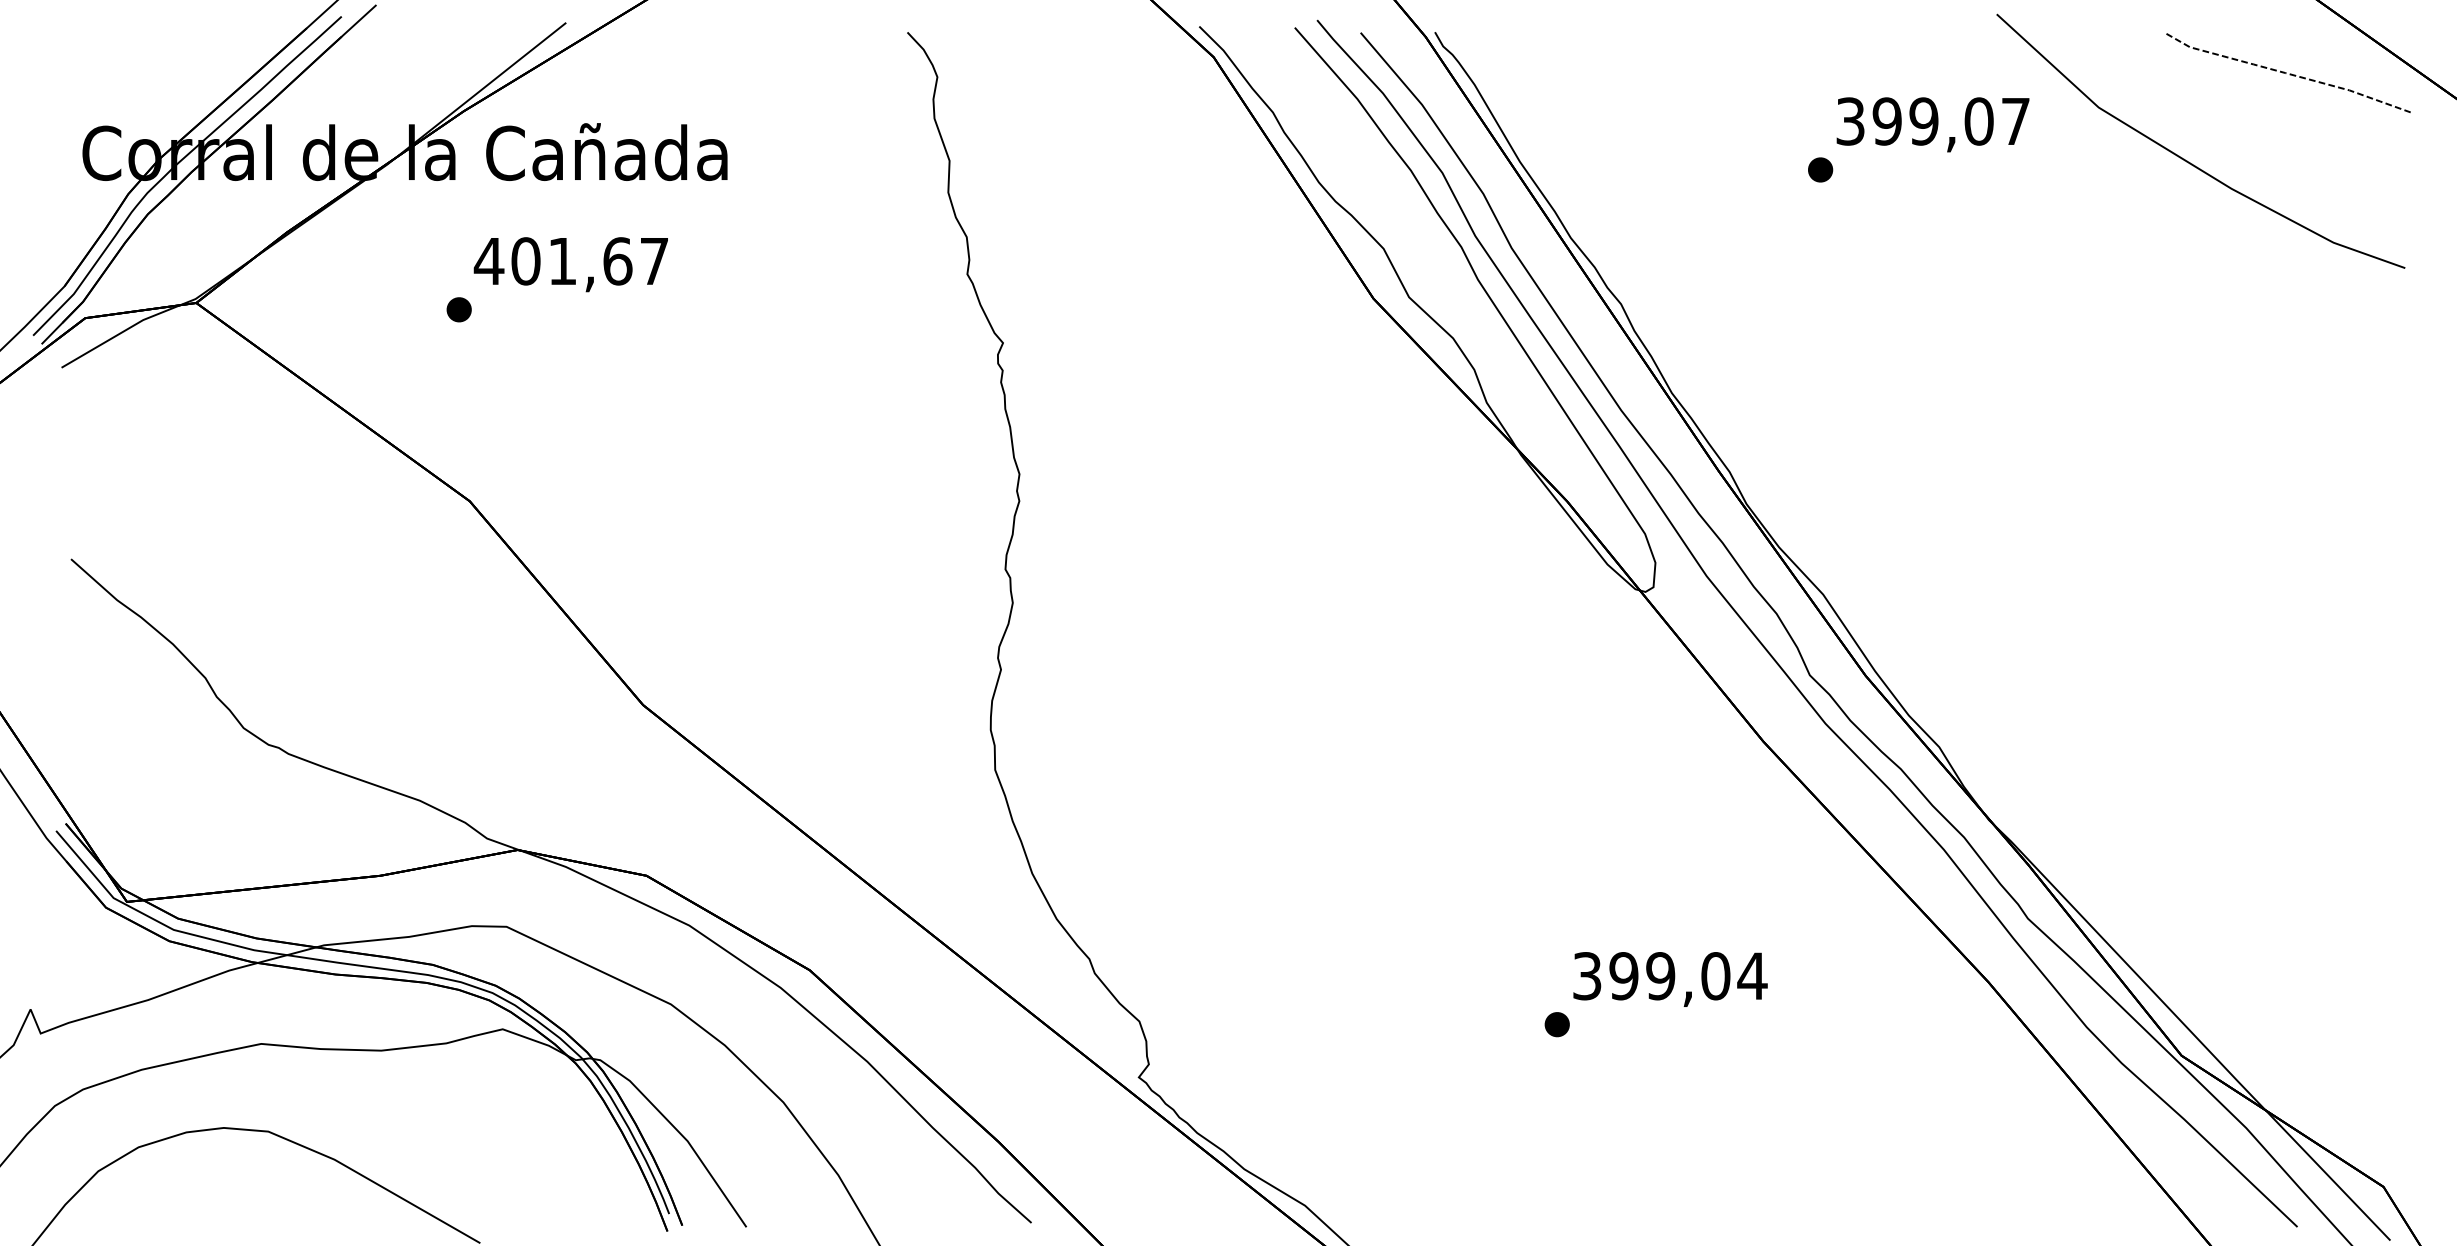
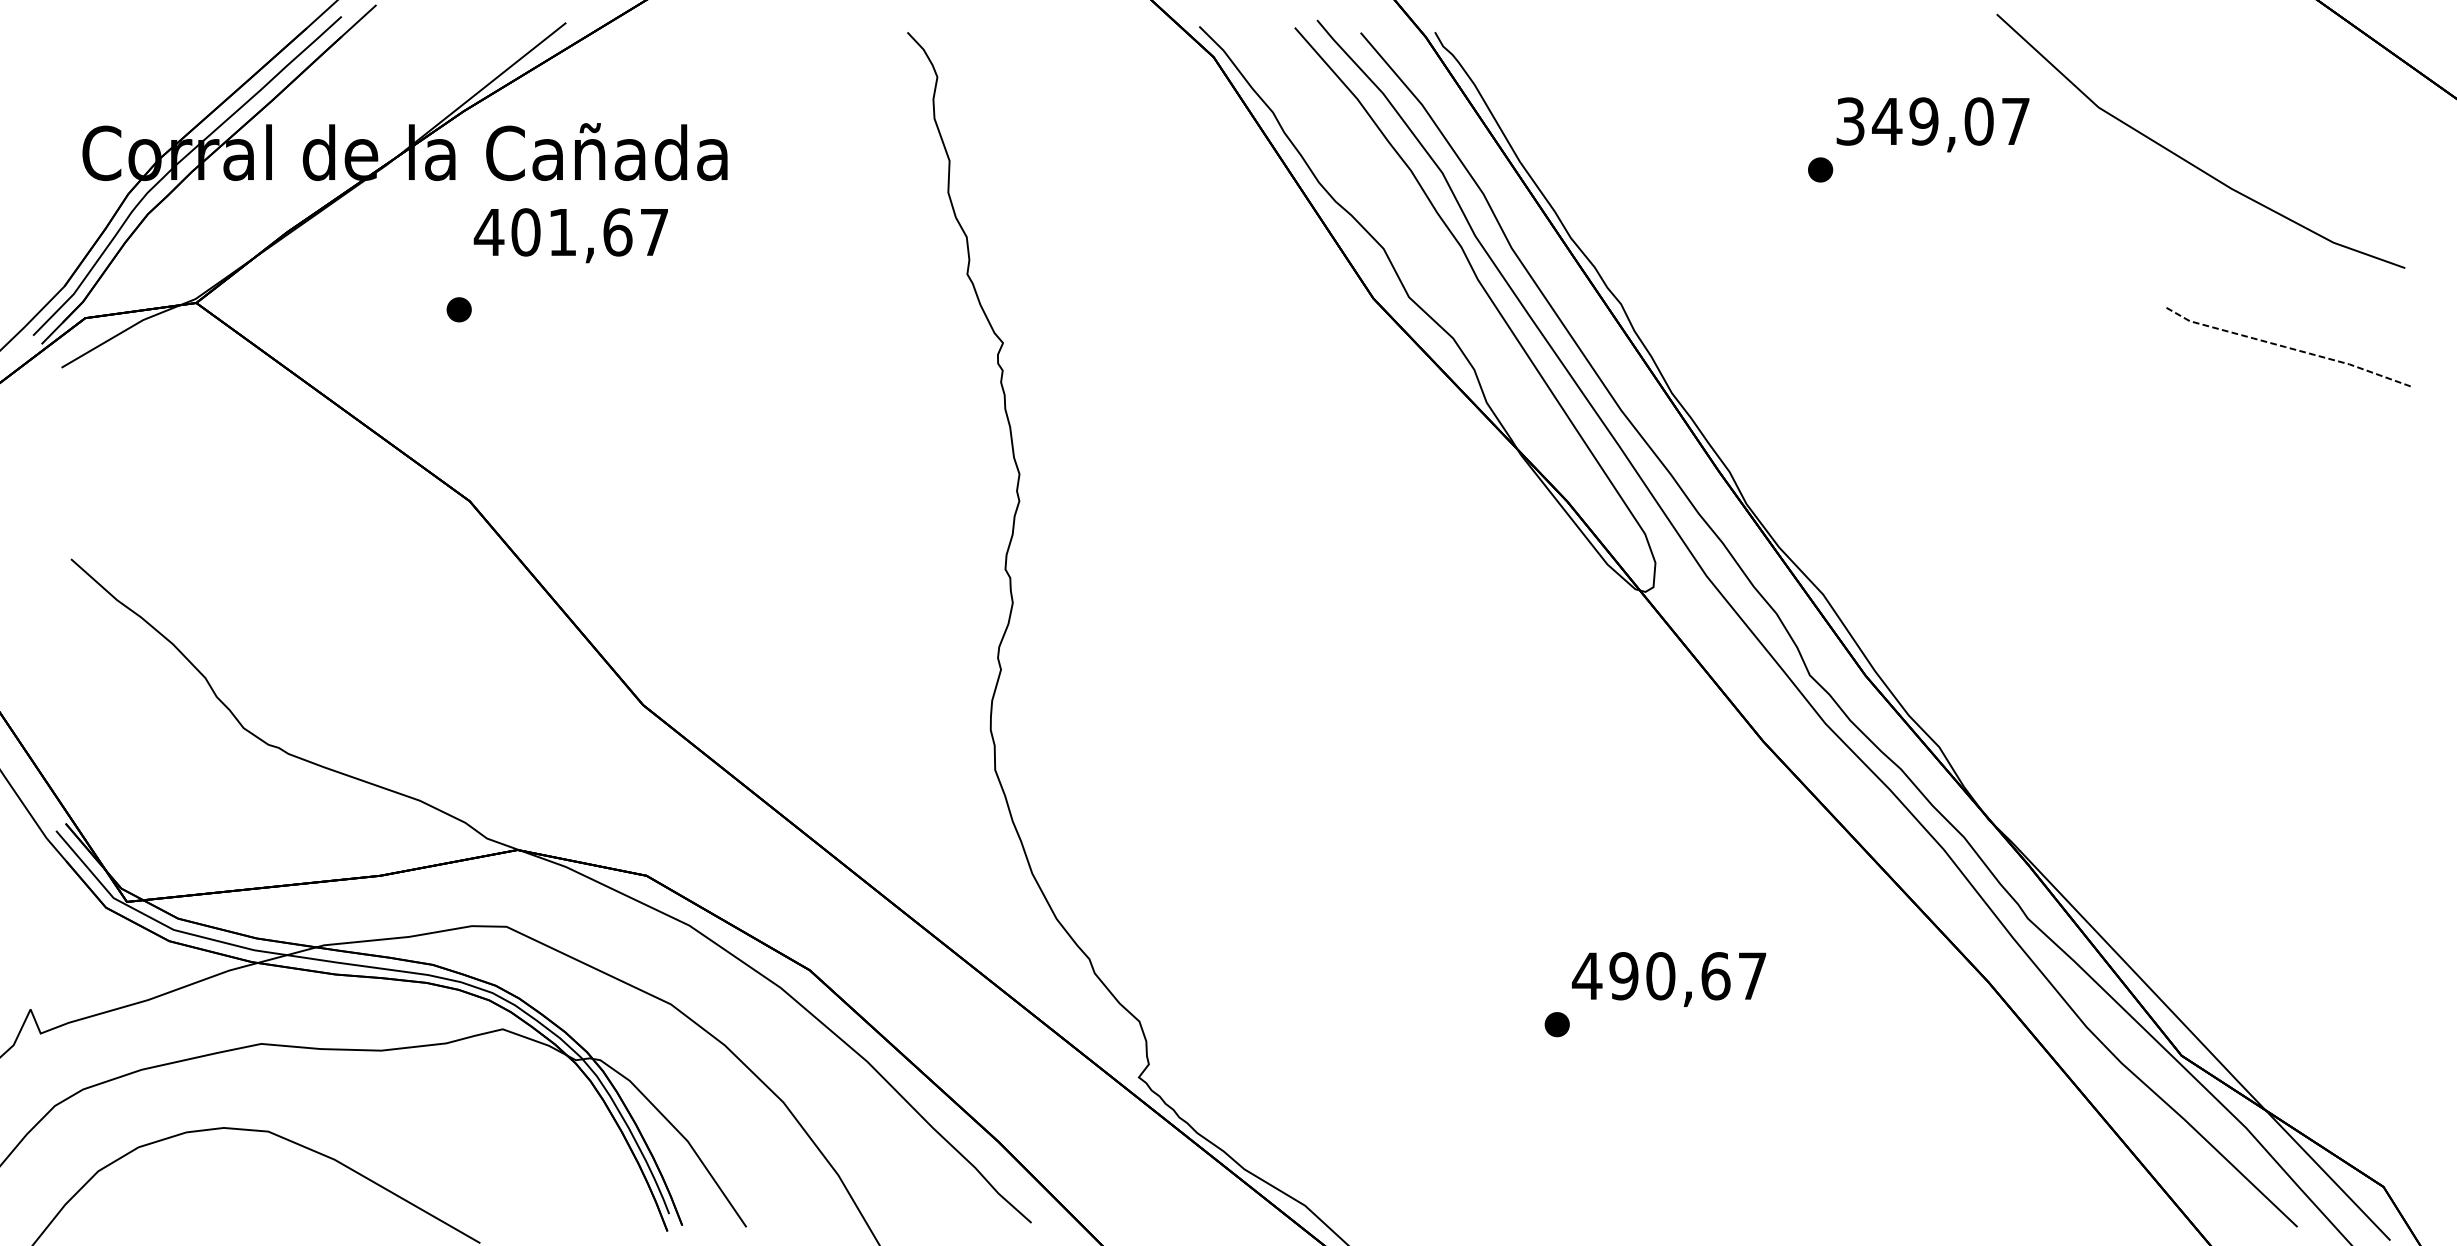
curve at (2289, 74) position: (2289, 74) -> (2289, 348)
text at (1887, 121): 399,07 -> 349,07
text at (570, 264) position: (570, 264) -> (570, 235)
text at (1669, 976): 399,04 -> 490,67
